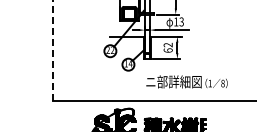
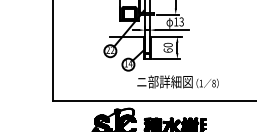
text at (168, 44): 62 -> 60
line at (53, 50): dashed -> solid
text at (186, 81) position: (186, 81) -> (177, 81)
